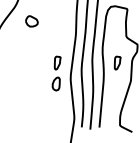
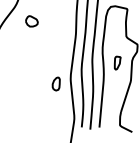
part at (57, 62): present -> none
